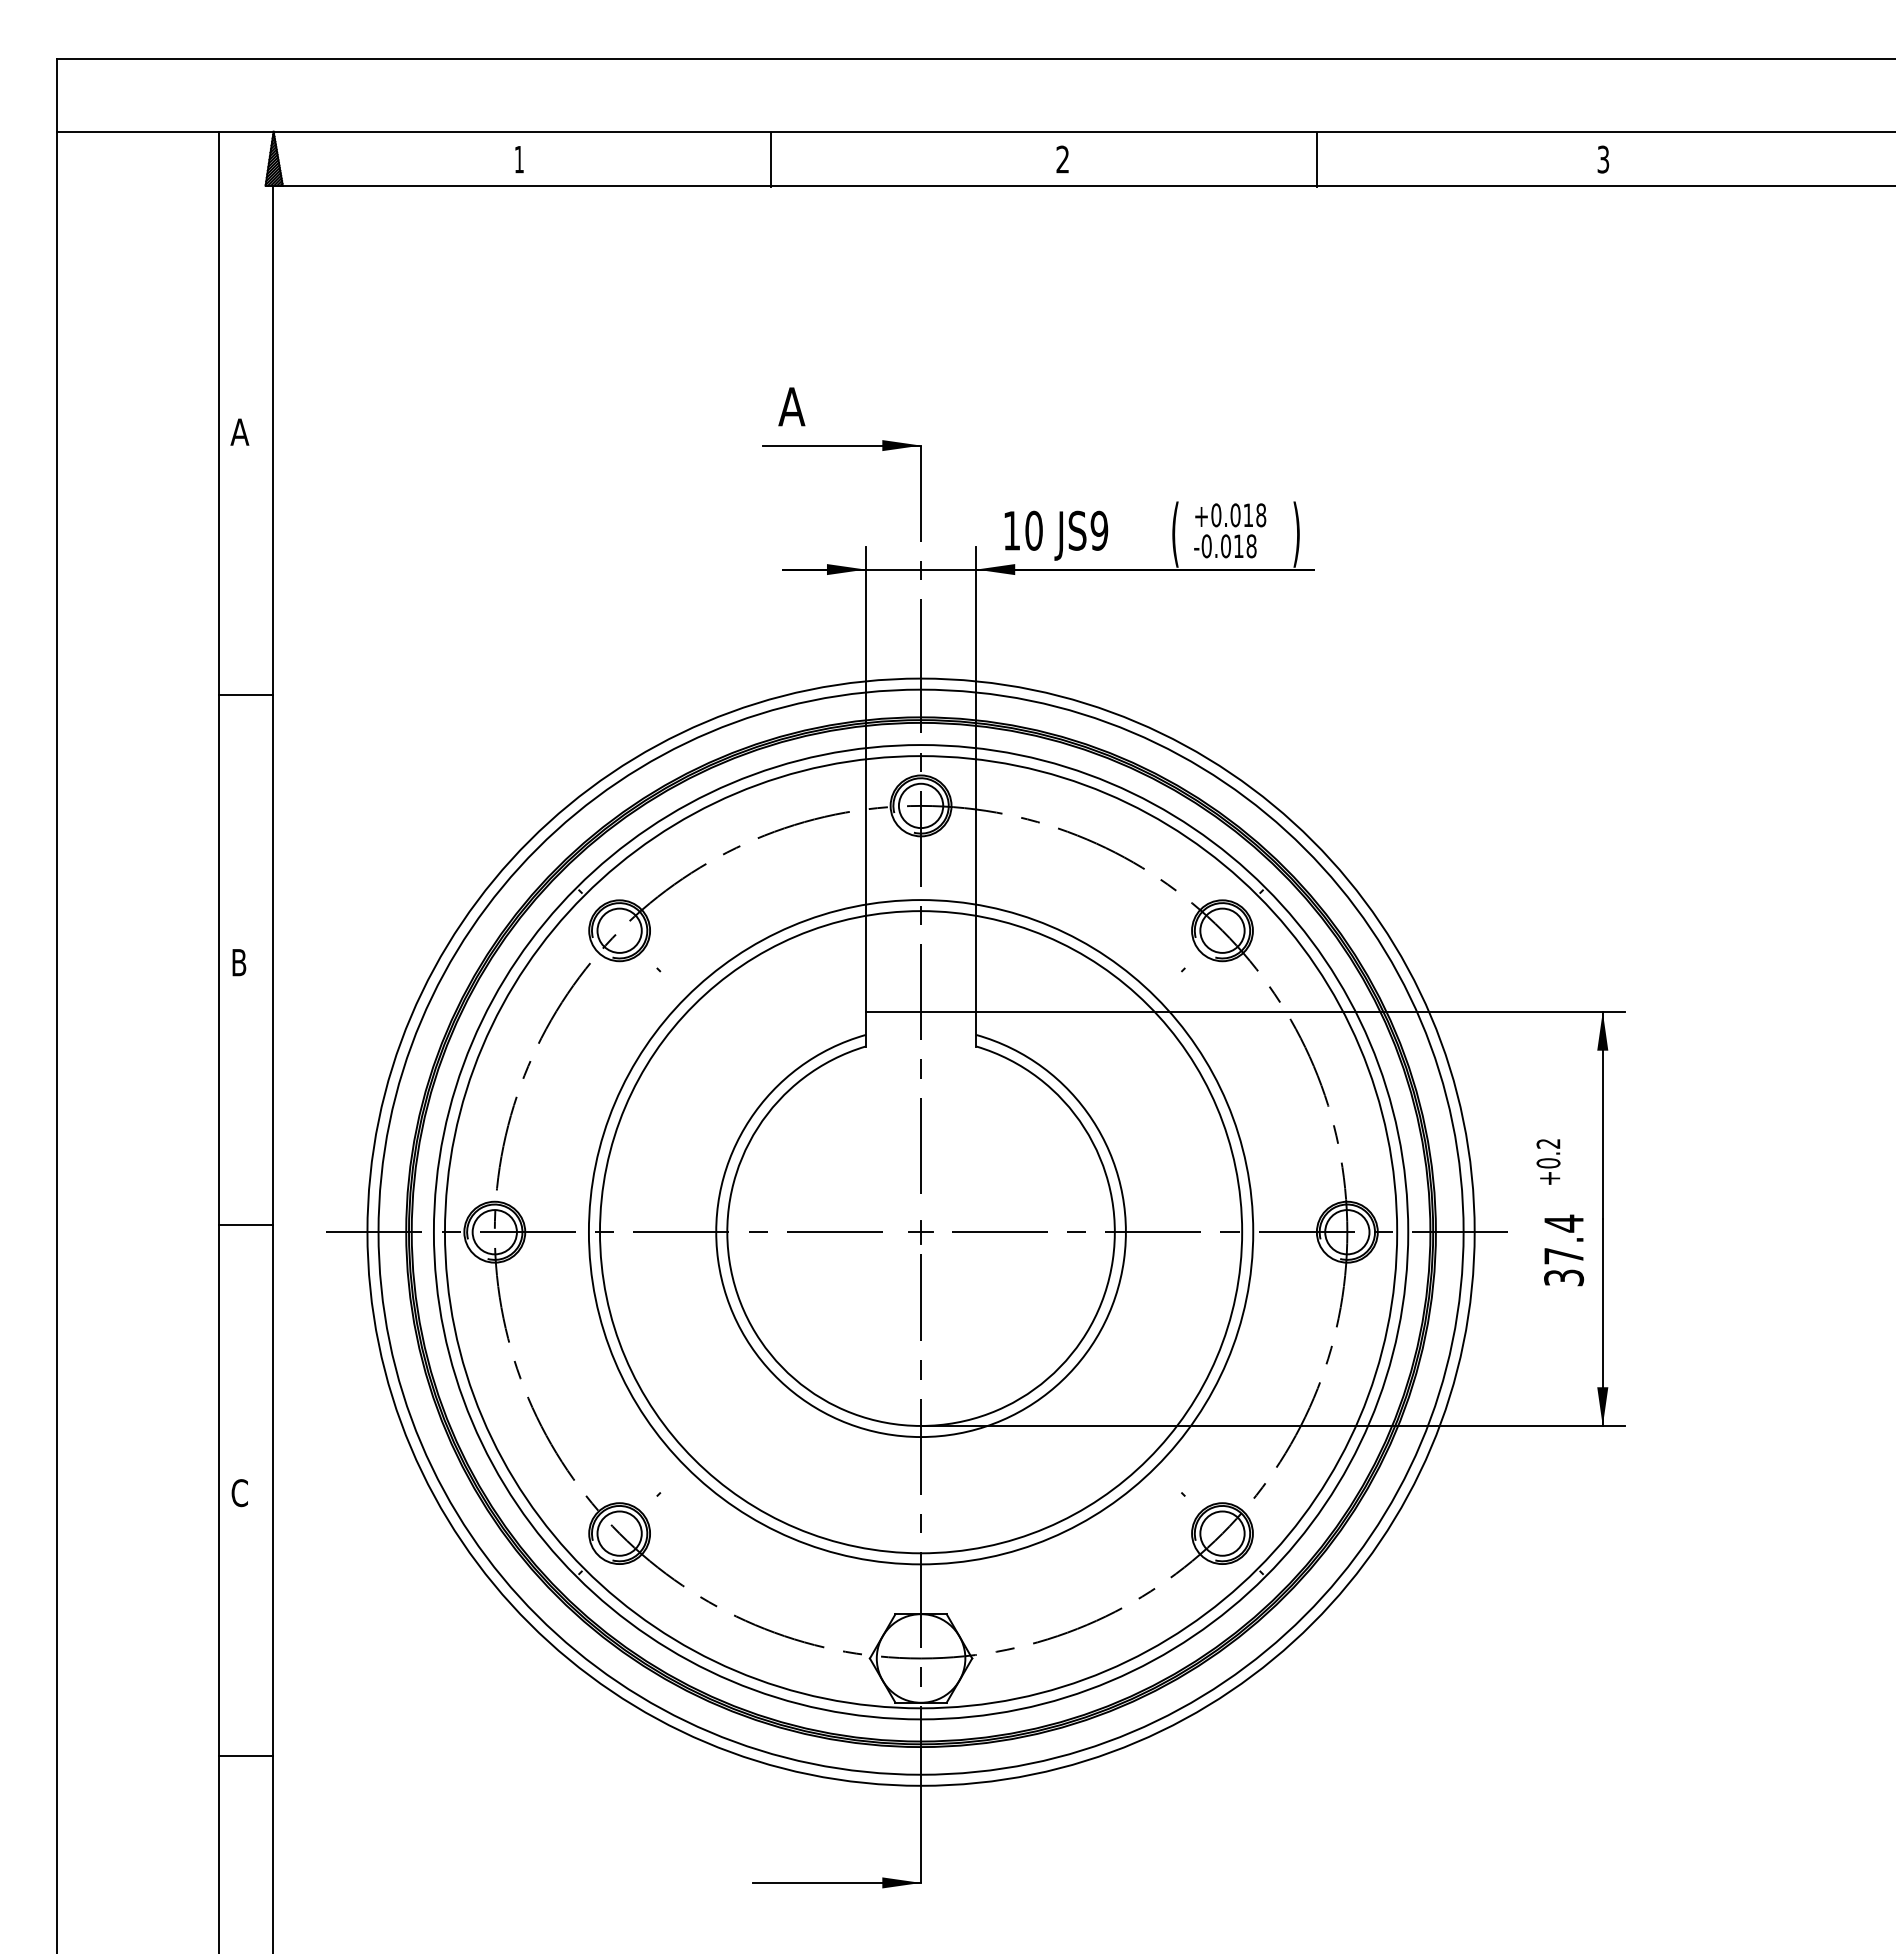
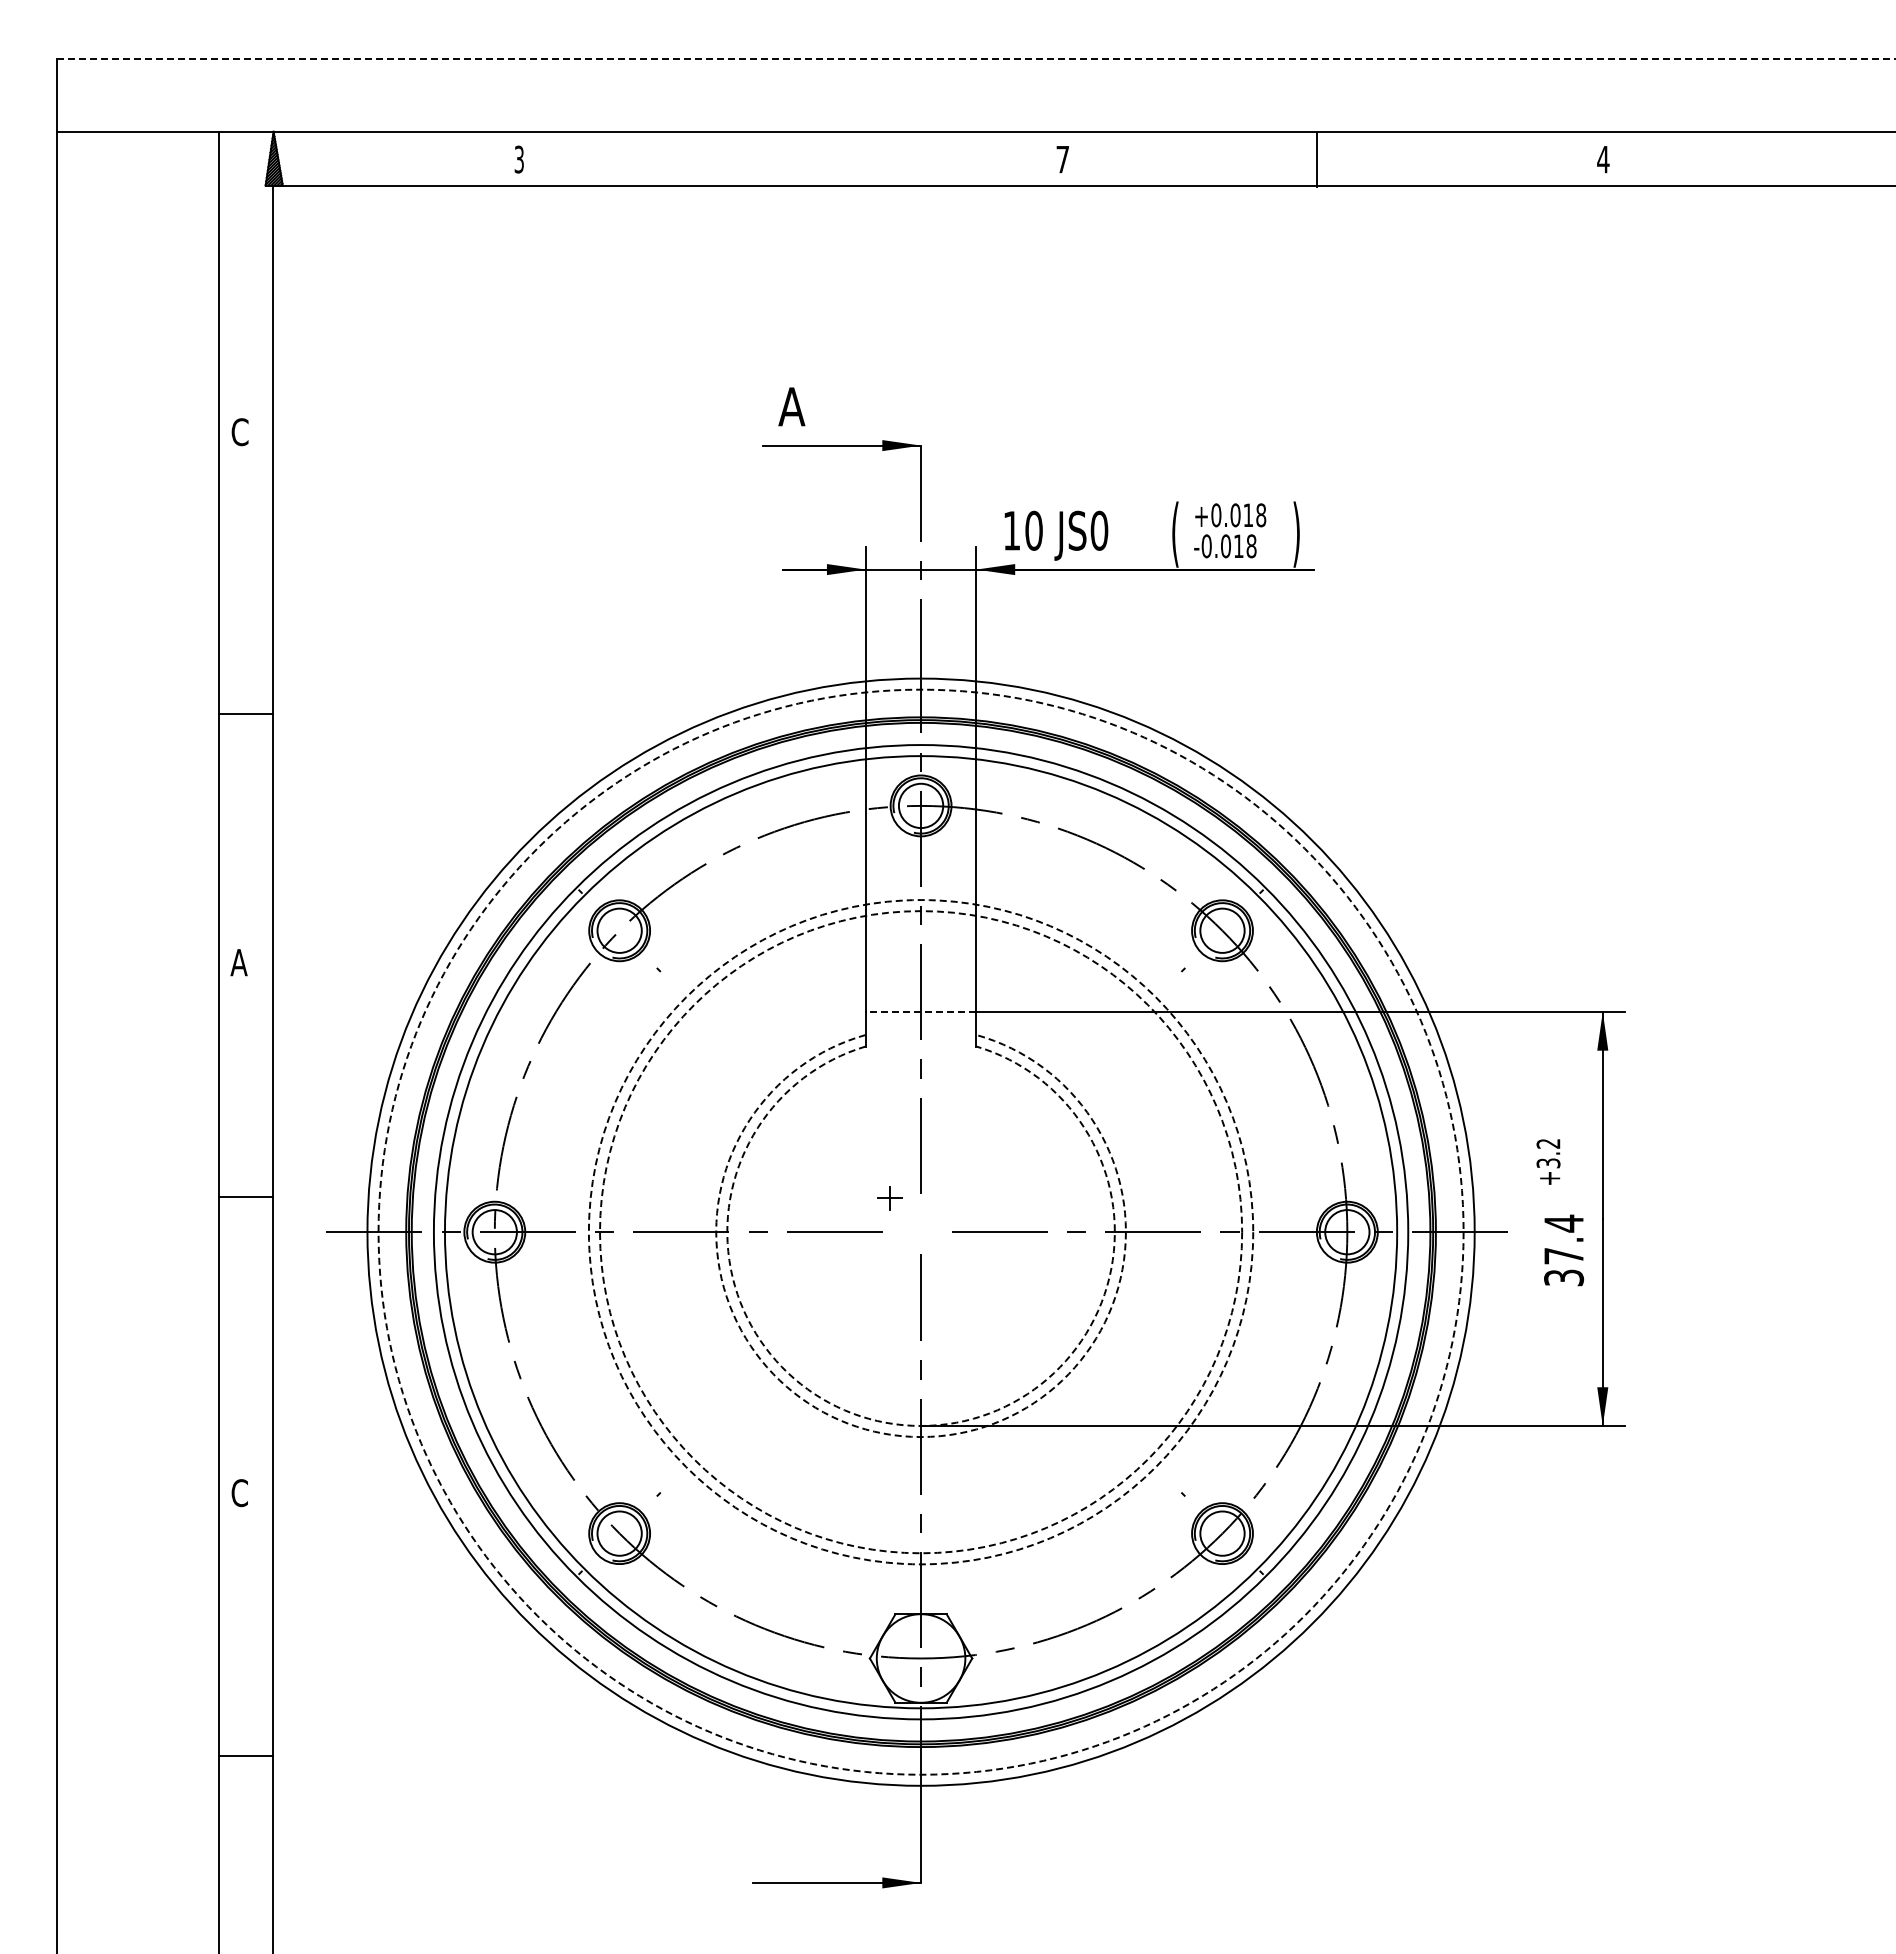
line at (976, 58): solid -> dashed
text at (518, 159): 1 -> 3
line at (770, 159): present -> none
text at (1062, 159): 2 -> 7
text at (1603, 159): 3 -> 4
text at (239, 432): A -> C
text at (1099, 530): JS9 -> JS0
line at (246, 694) position: (246, 694) -> (246, 713)
text at (238, 962): B -> A
line at (920, 1011): solid -> dashed
text at (1548, 1163): +0.2 -> +3.2
line at (246, 1225) position: (246, 1225) -> (246, 1197)
circle at (920, 1231): solid -> dashed
circle at (920, 1232): solid -> dashed
circle at (920, 1232): solid -> dashed
part at (920, 1232) position: (920, 1232) -> (889, 1198)
arc at (921, 1425): solid -> dashed
arc at (921, 1437): solid -> dashed
